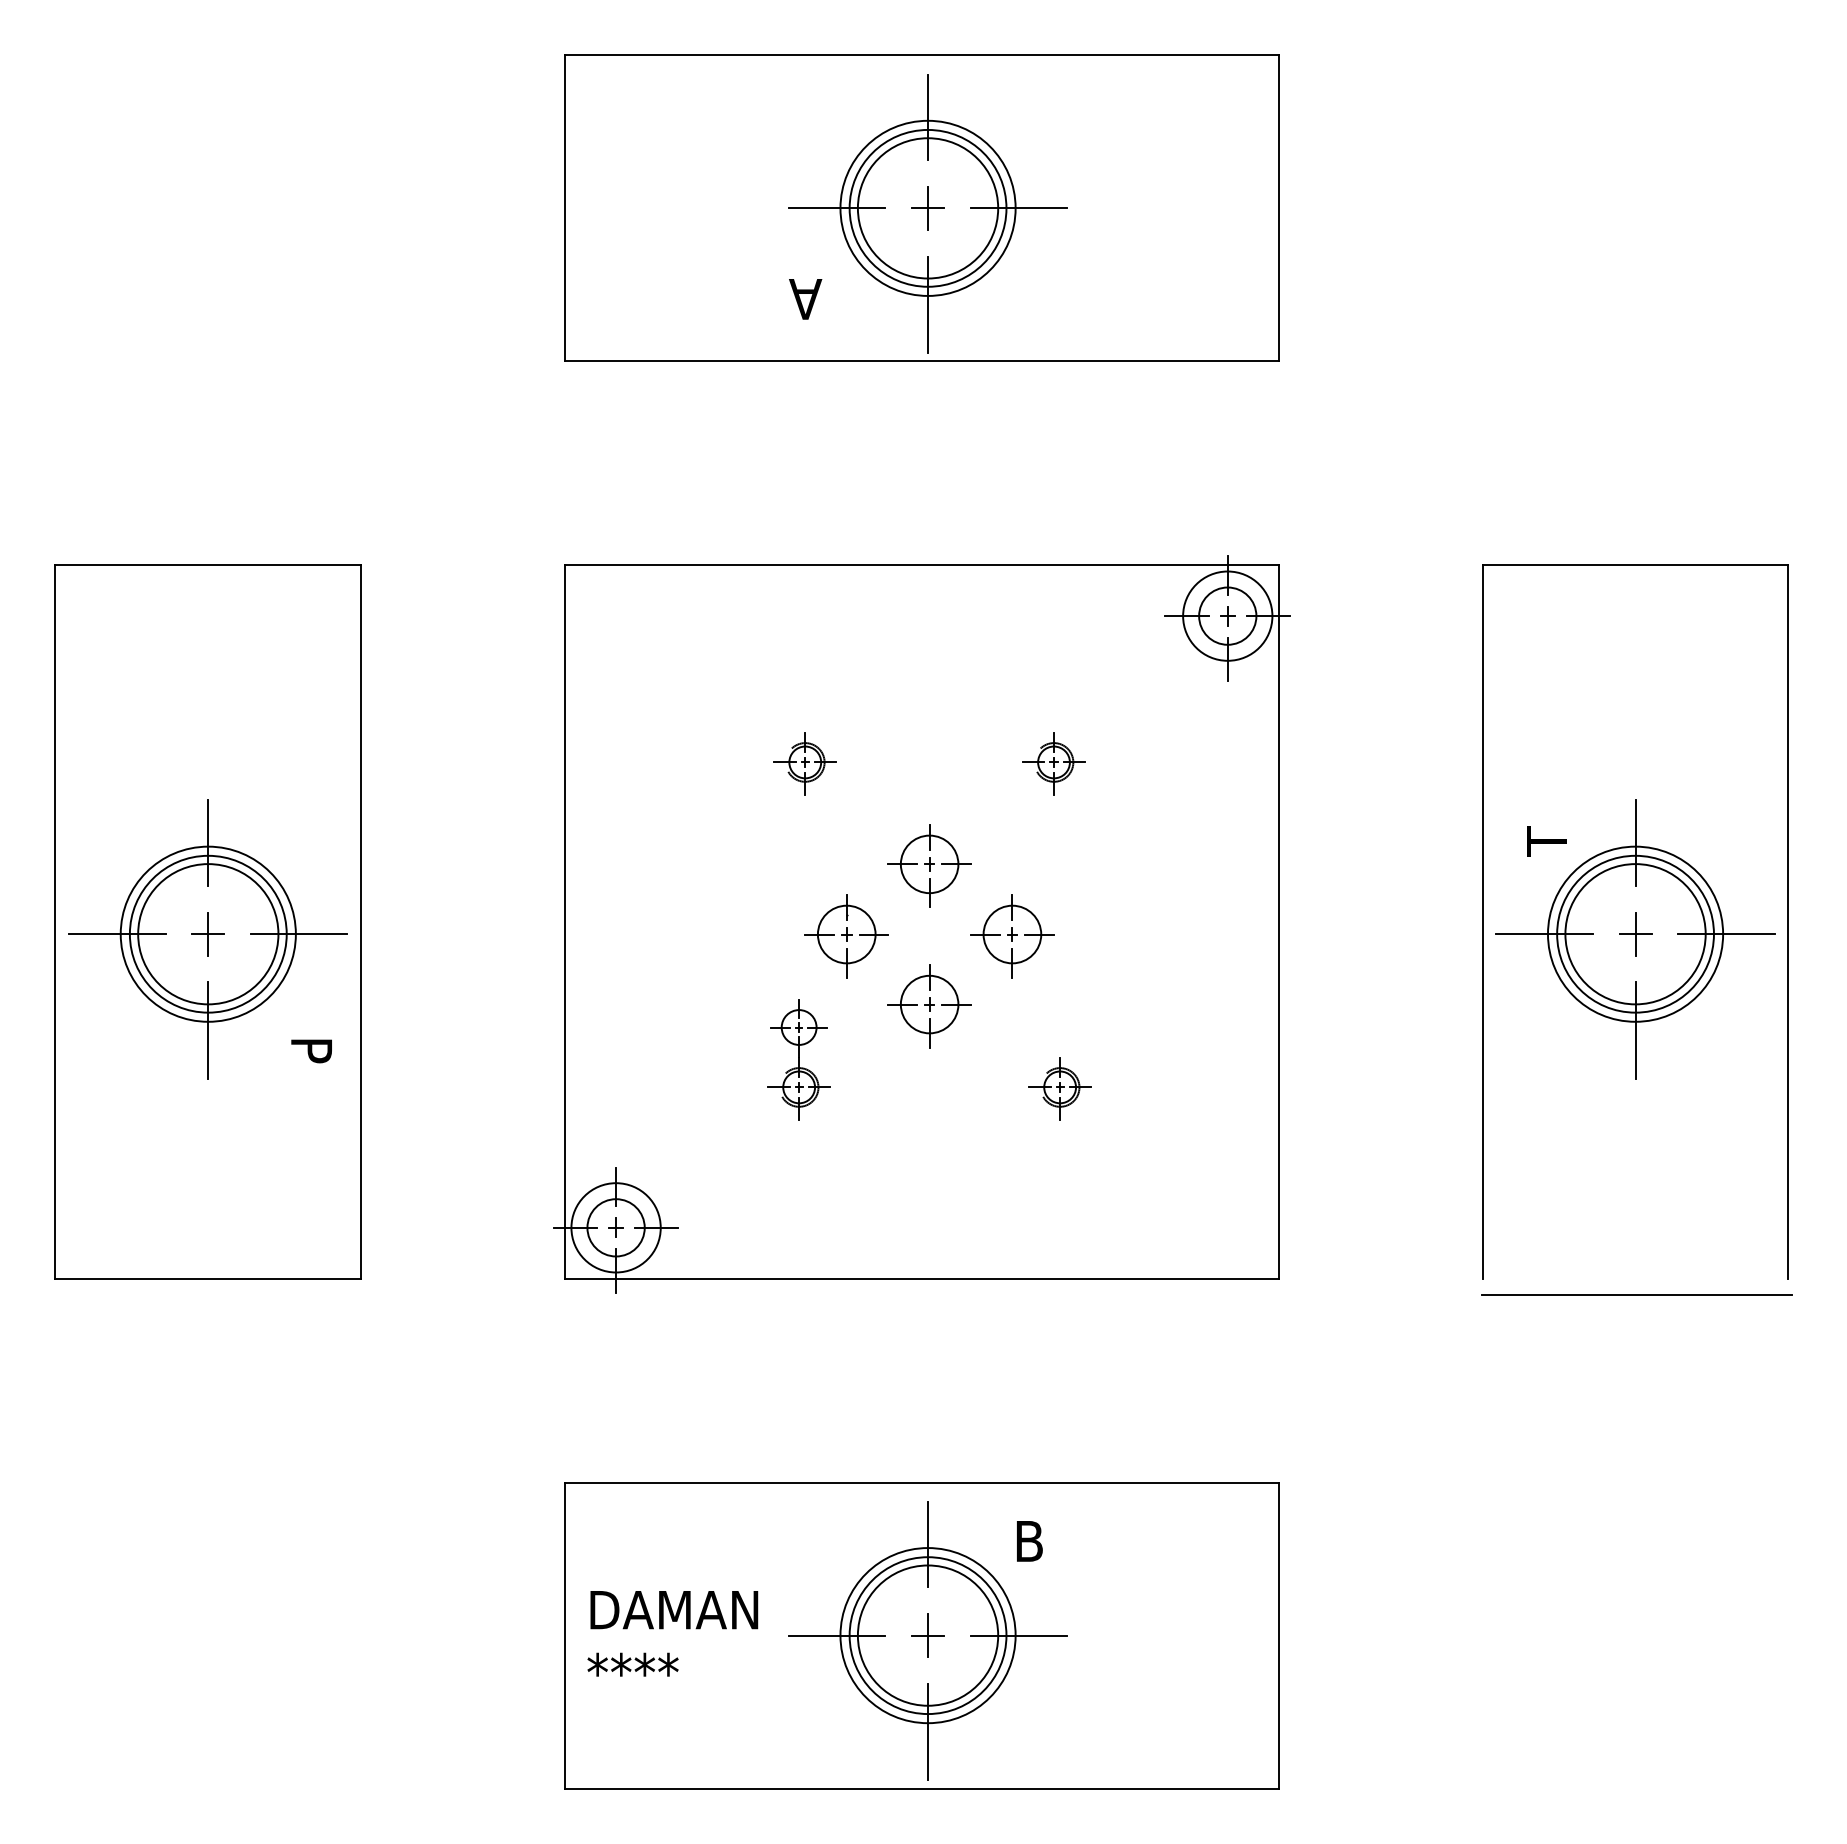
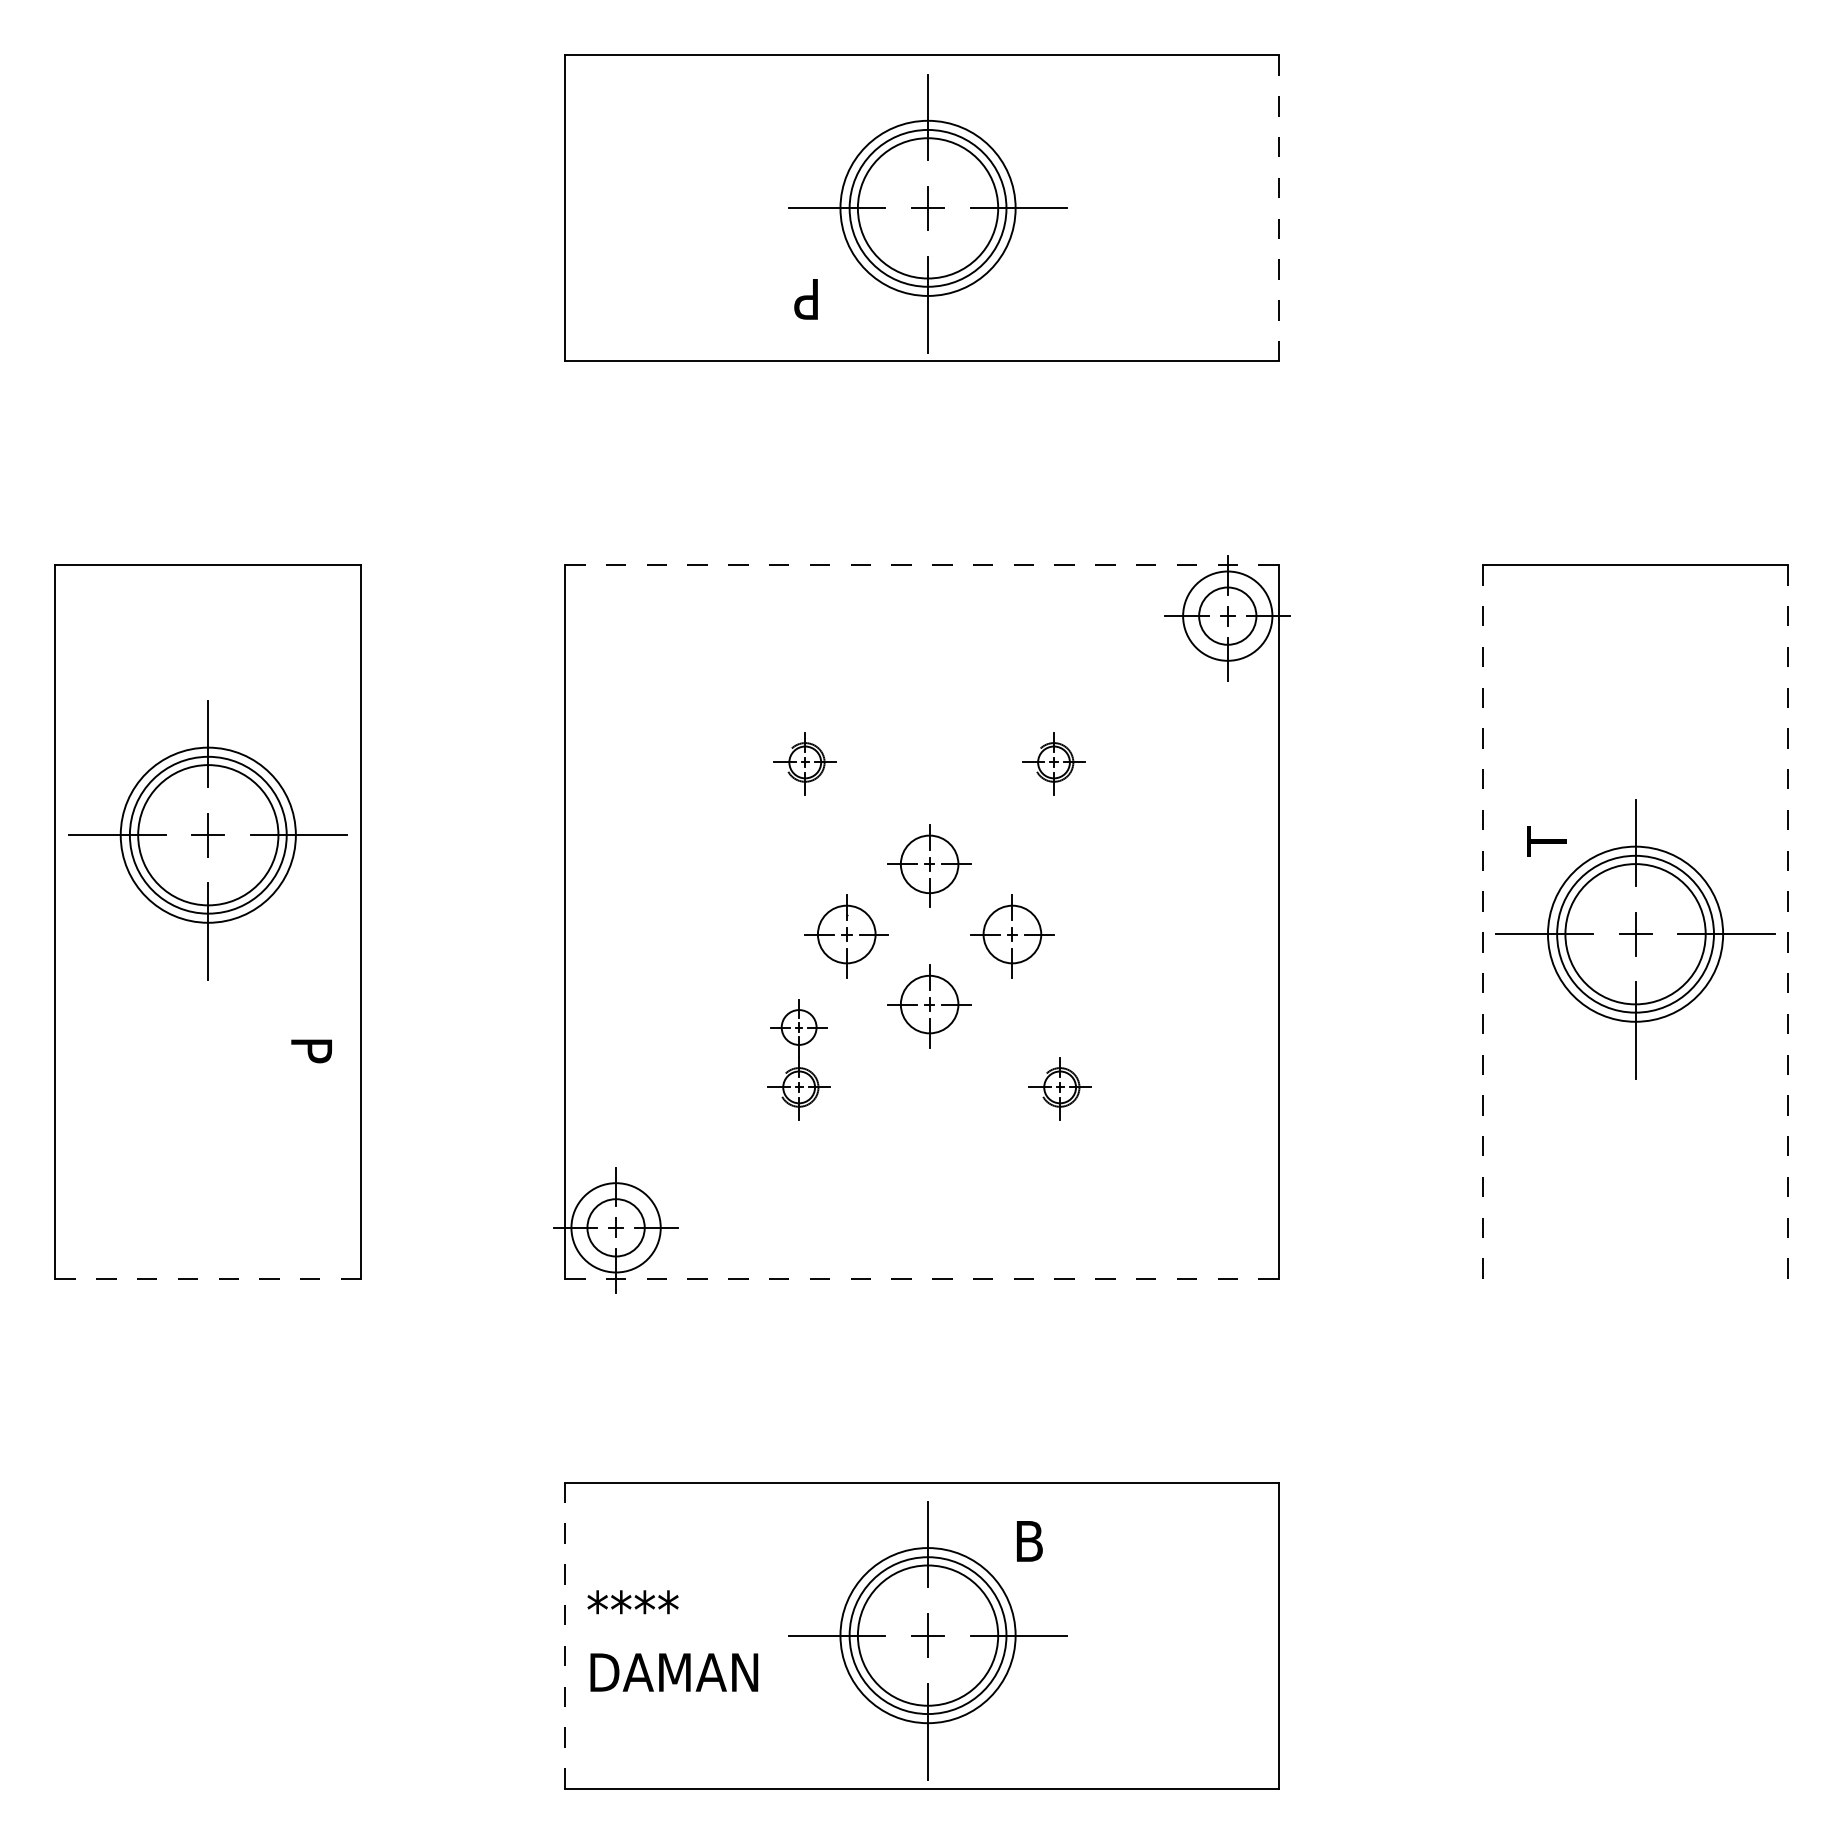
line at (1278, 208): solid -> dashed
text at (805, 299): A -> P
line at (921, 565): solid -> dashed
line at (1482, 922): solid -> dashed
line at (1788, 922): solid -> dashed
part at (207, 939) position: (207, 939) -> (207, 840)
line at (208, 1278): solid -> dashed
line at (921, 1278): solid -> dashed
line at (1636, 1295): present -> none
text at (672, 1609): DAMAN -> ****
line at (565, 1635): solid -> dashed
text at (672, 1671): **** -> DAMAN
